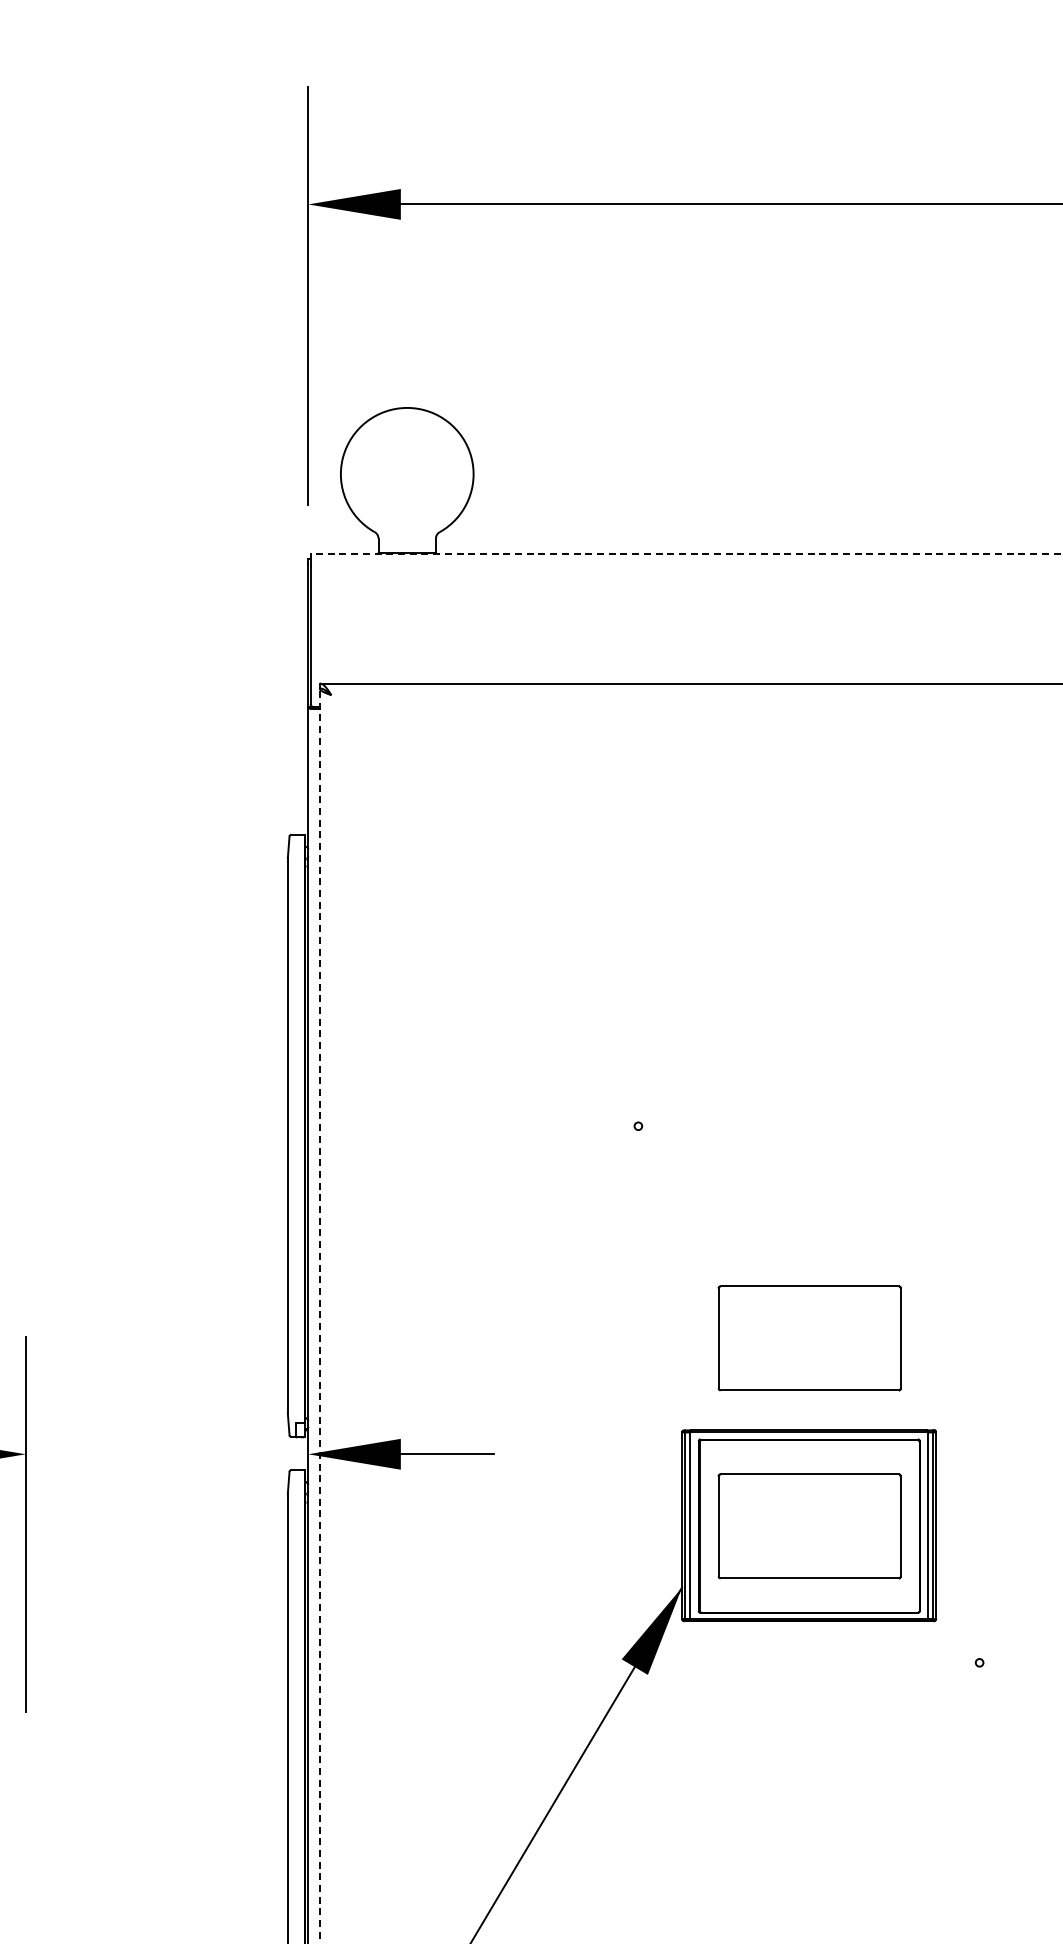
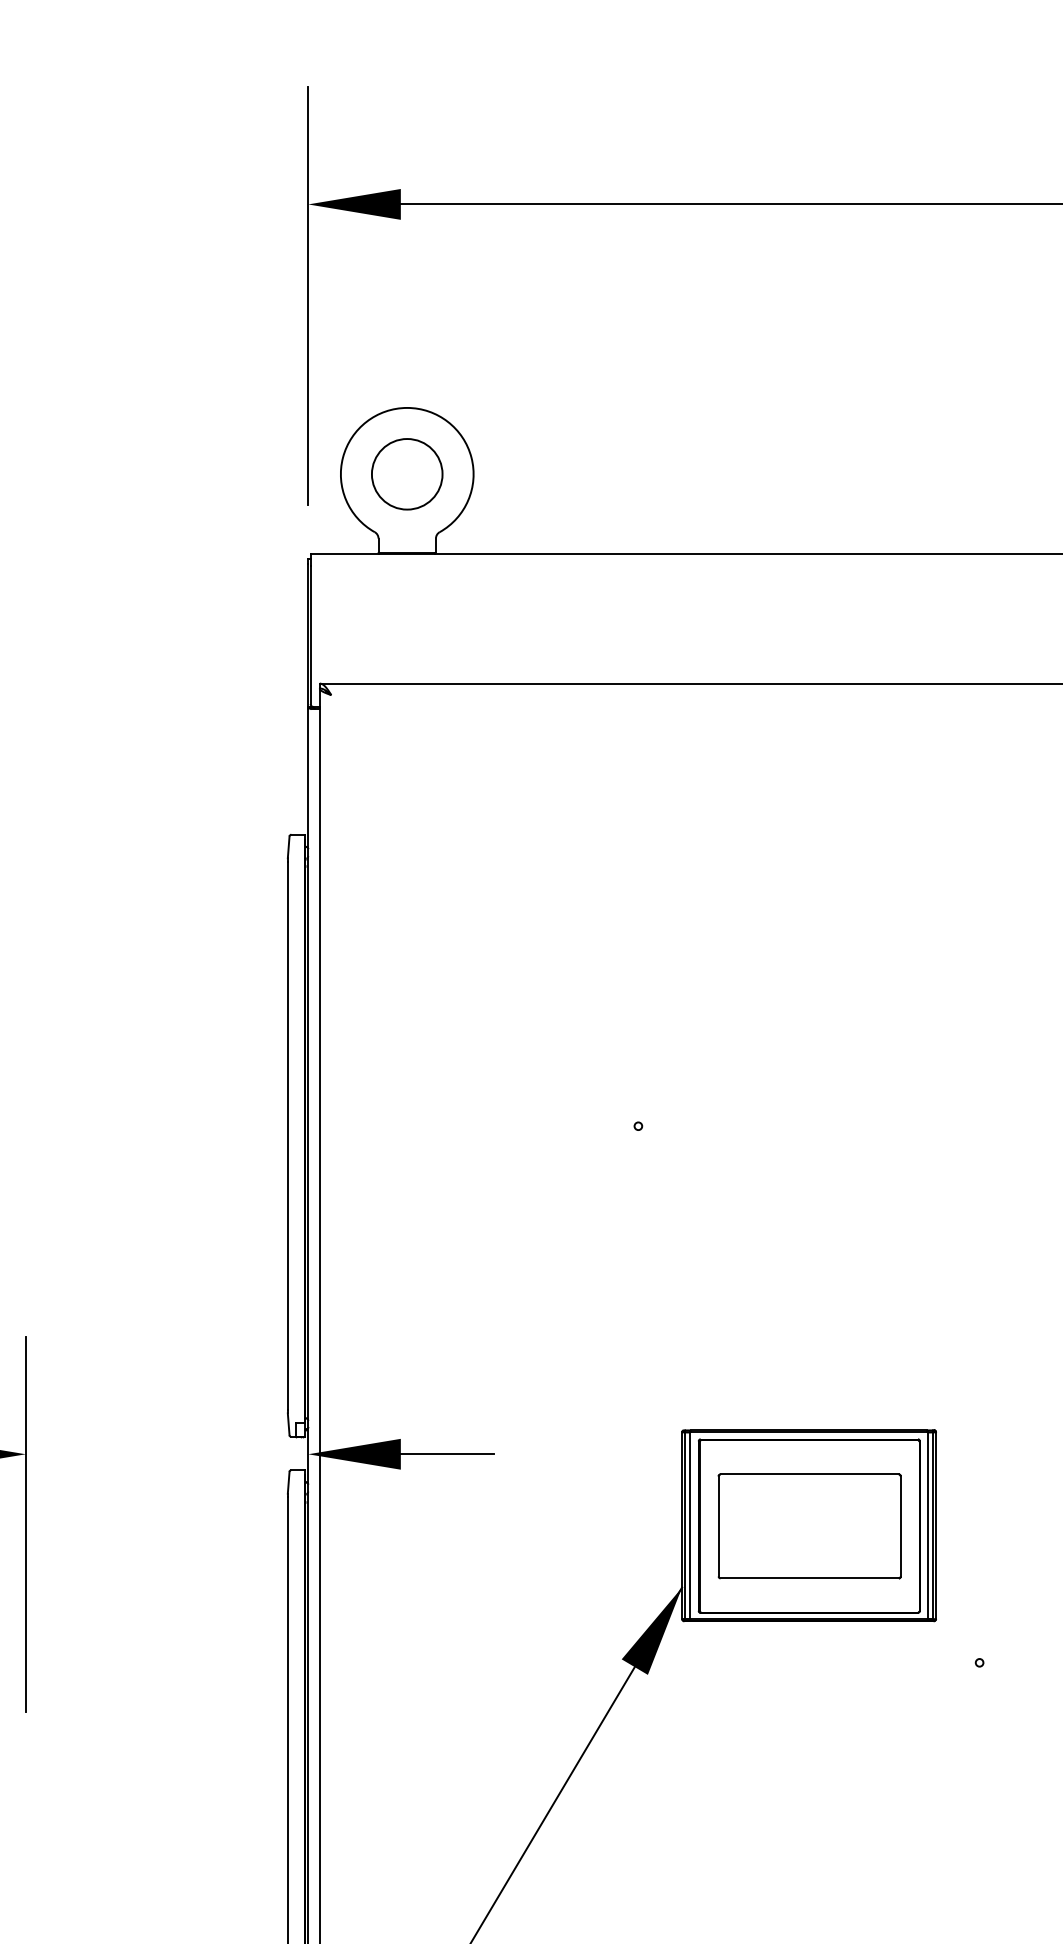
circle at (407, 474): none -> present
line at (686, 554): dashed -> solid
line at (319, 1315): dashed -> solid
part at (809, 1338): present -> none
